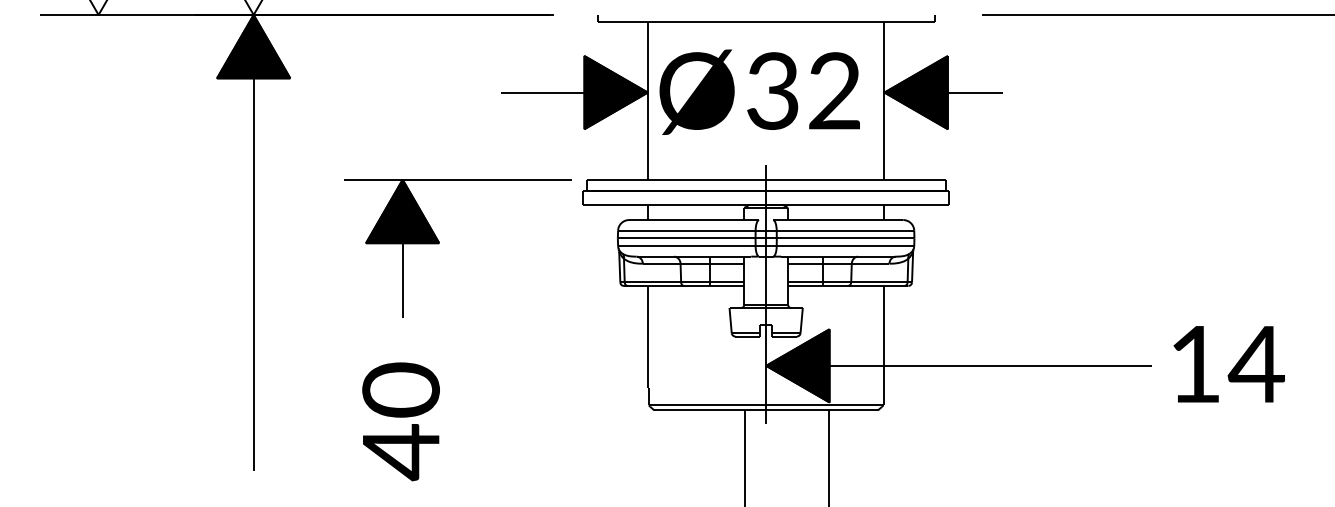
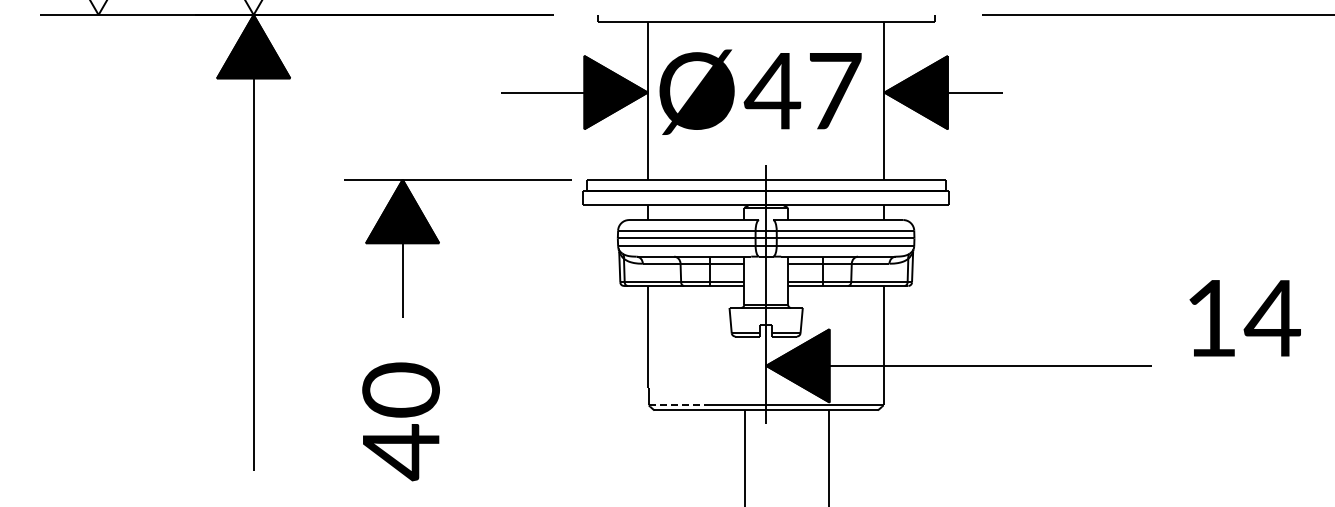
text at (802, 90): 32 -> 47
text at (1228, 364) position: (1228, 364) -> (1244, 318)
line at (679, 405): solid -> dashed
